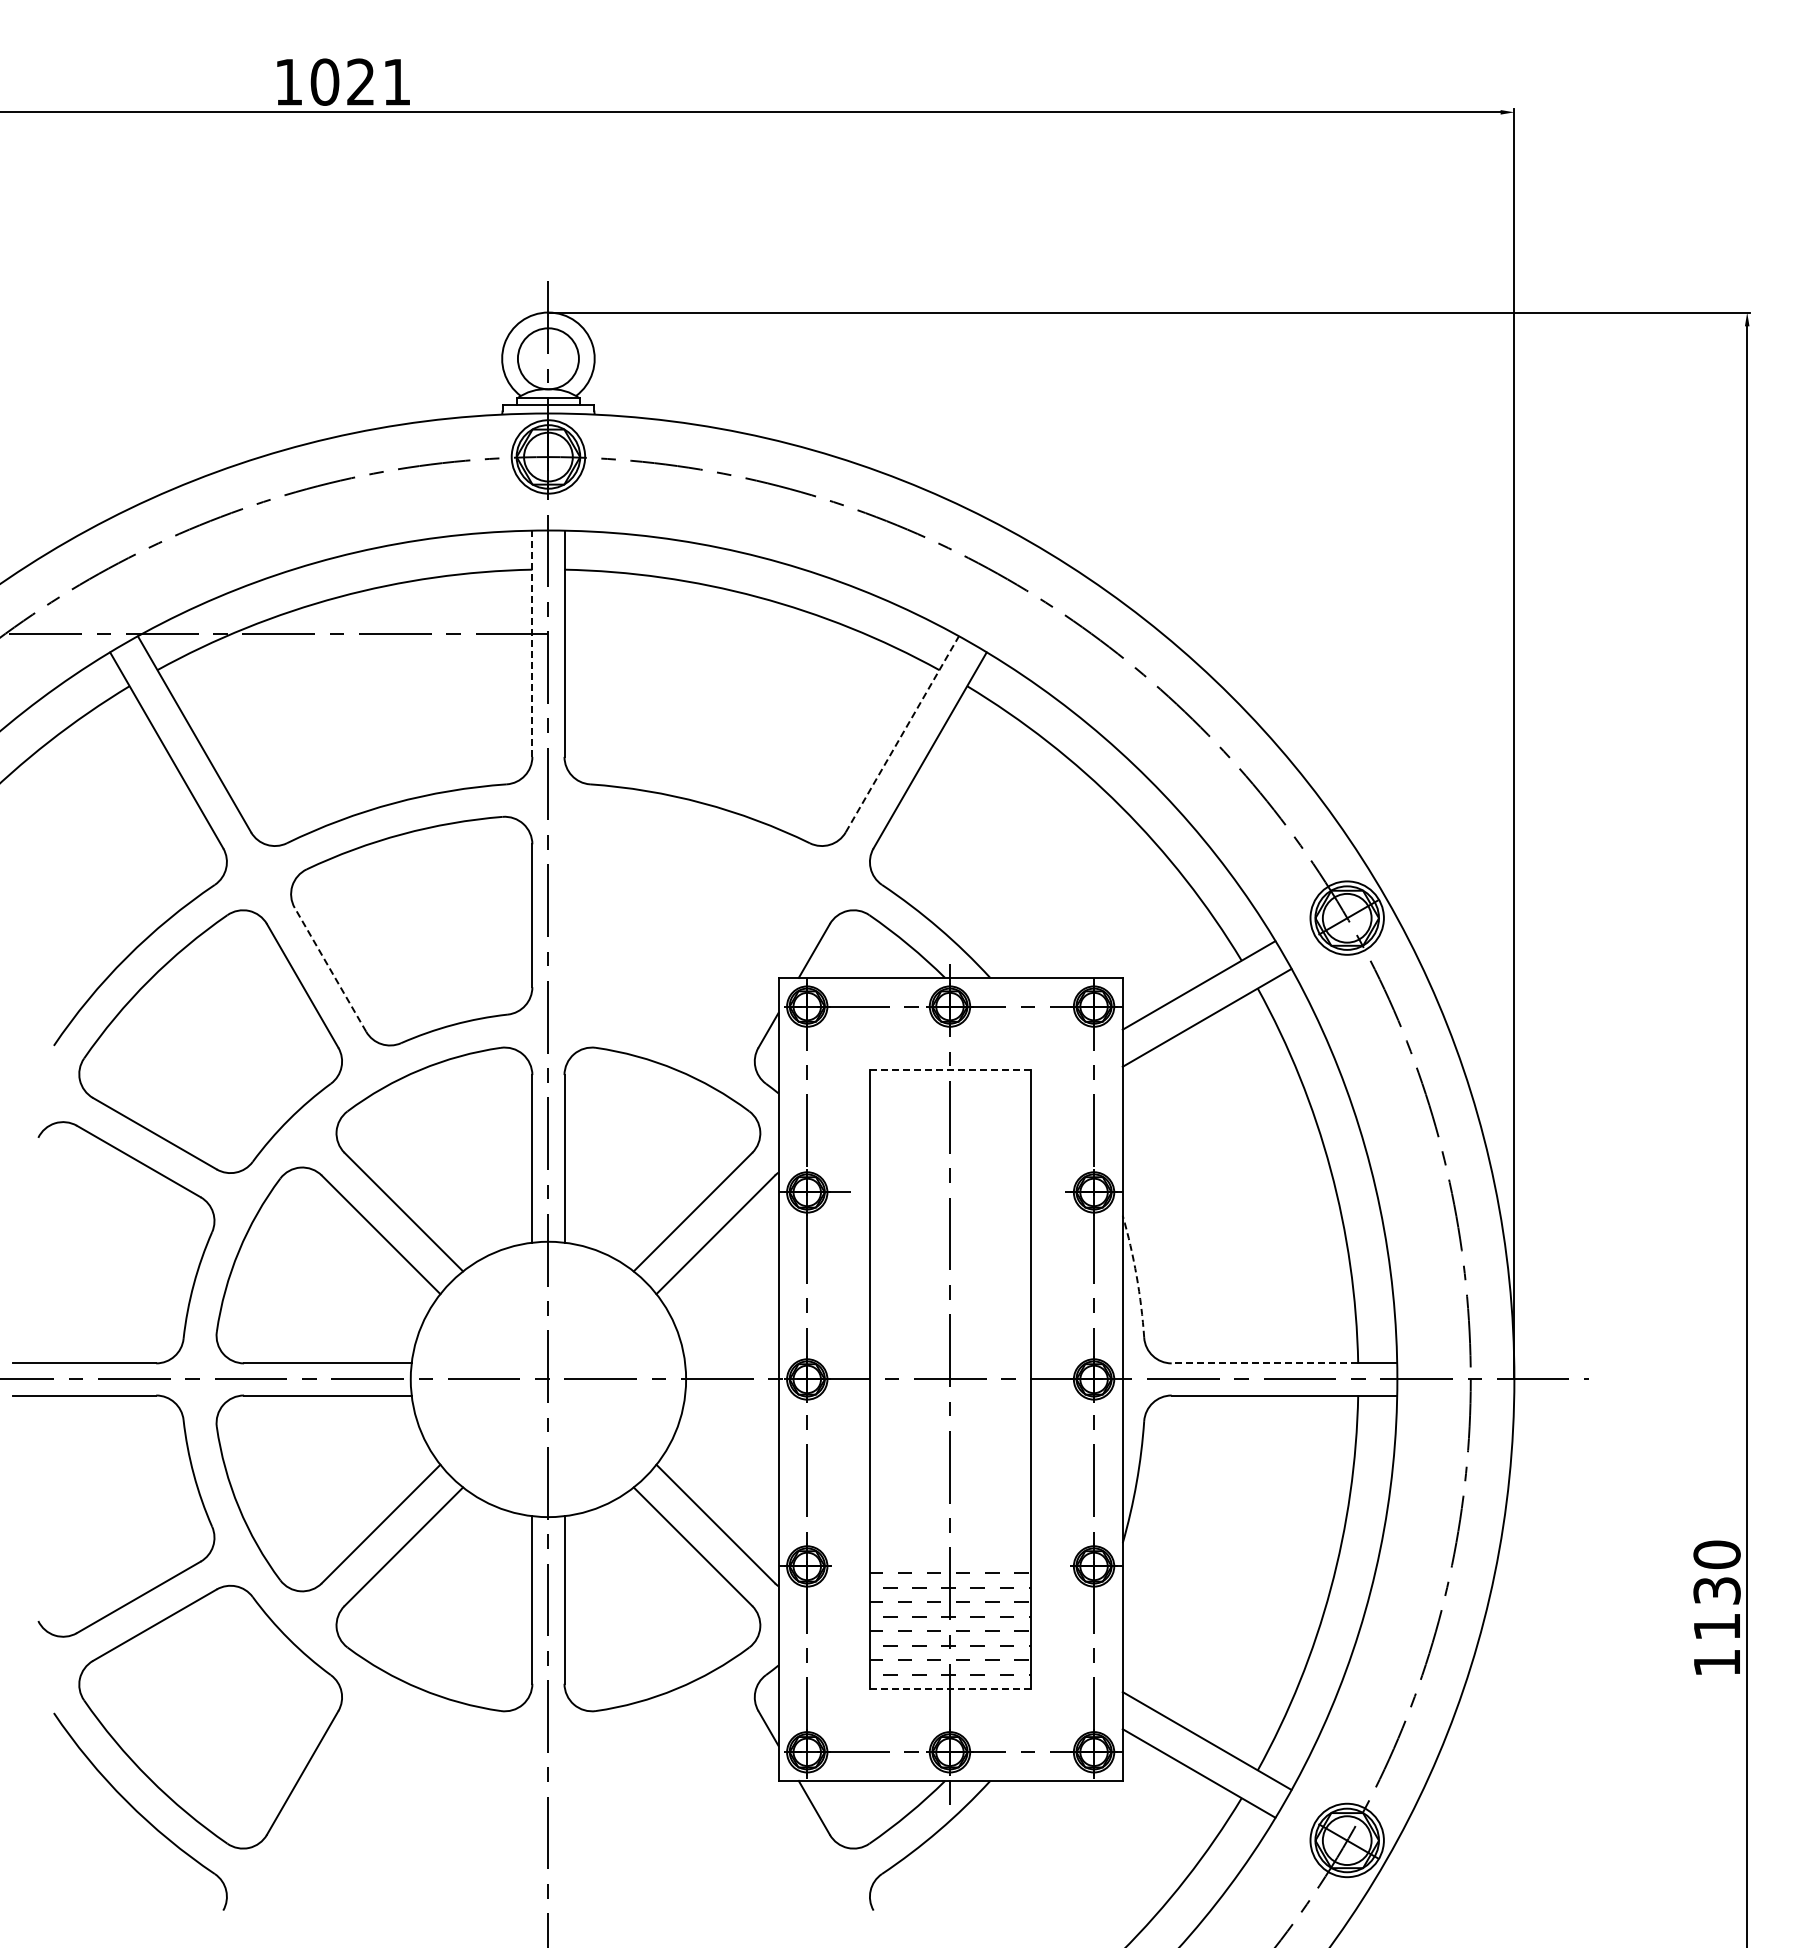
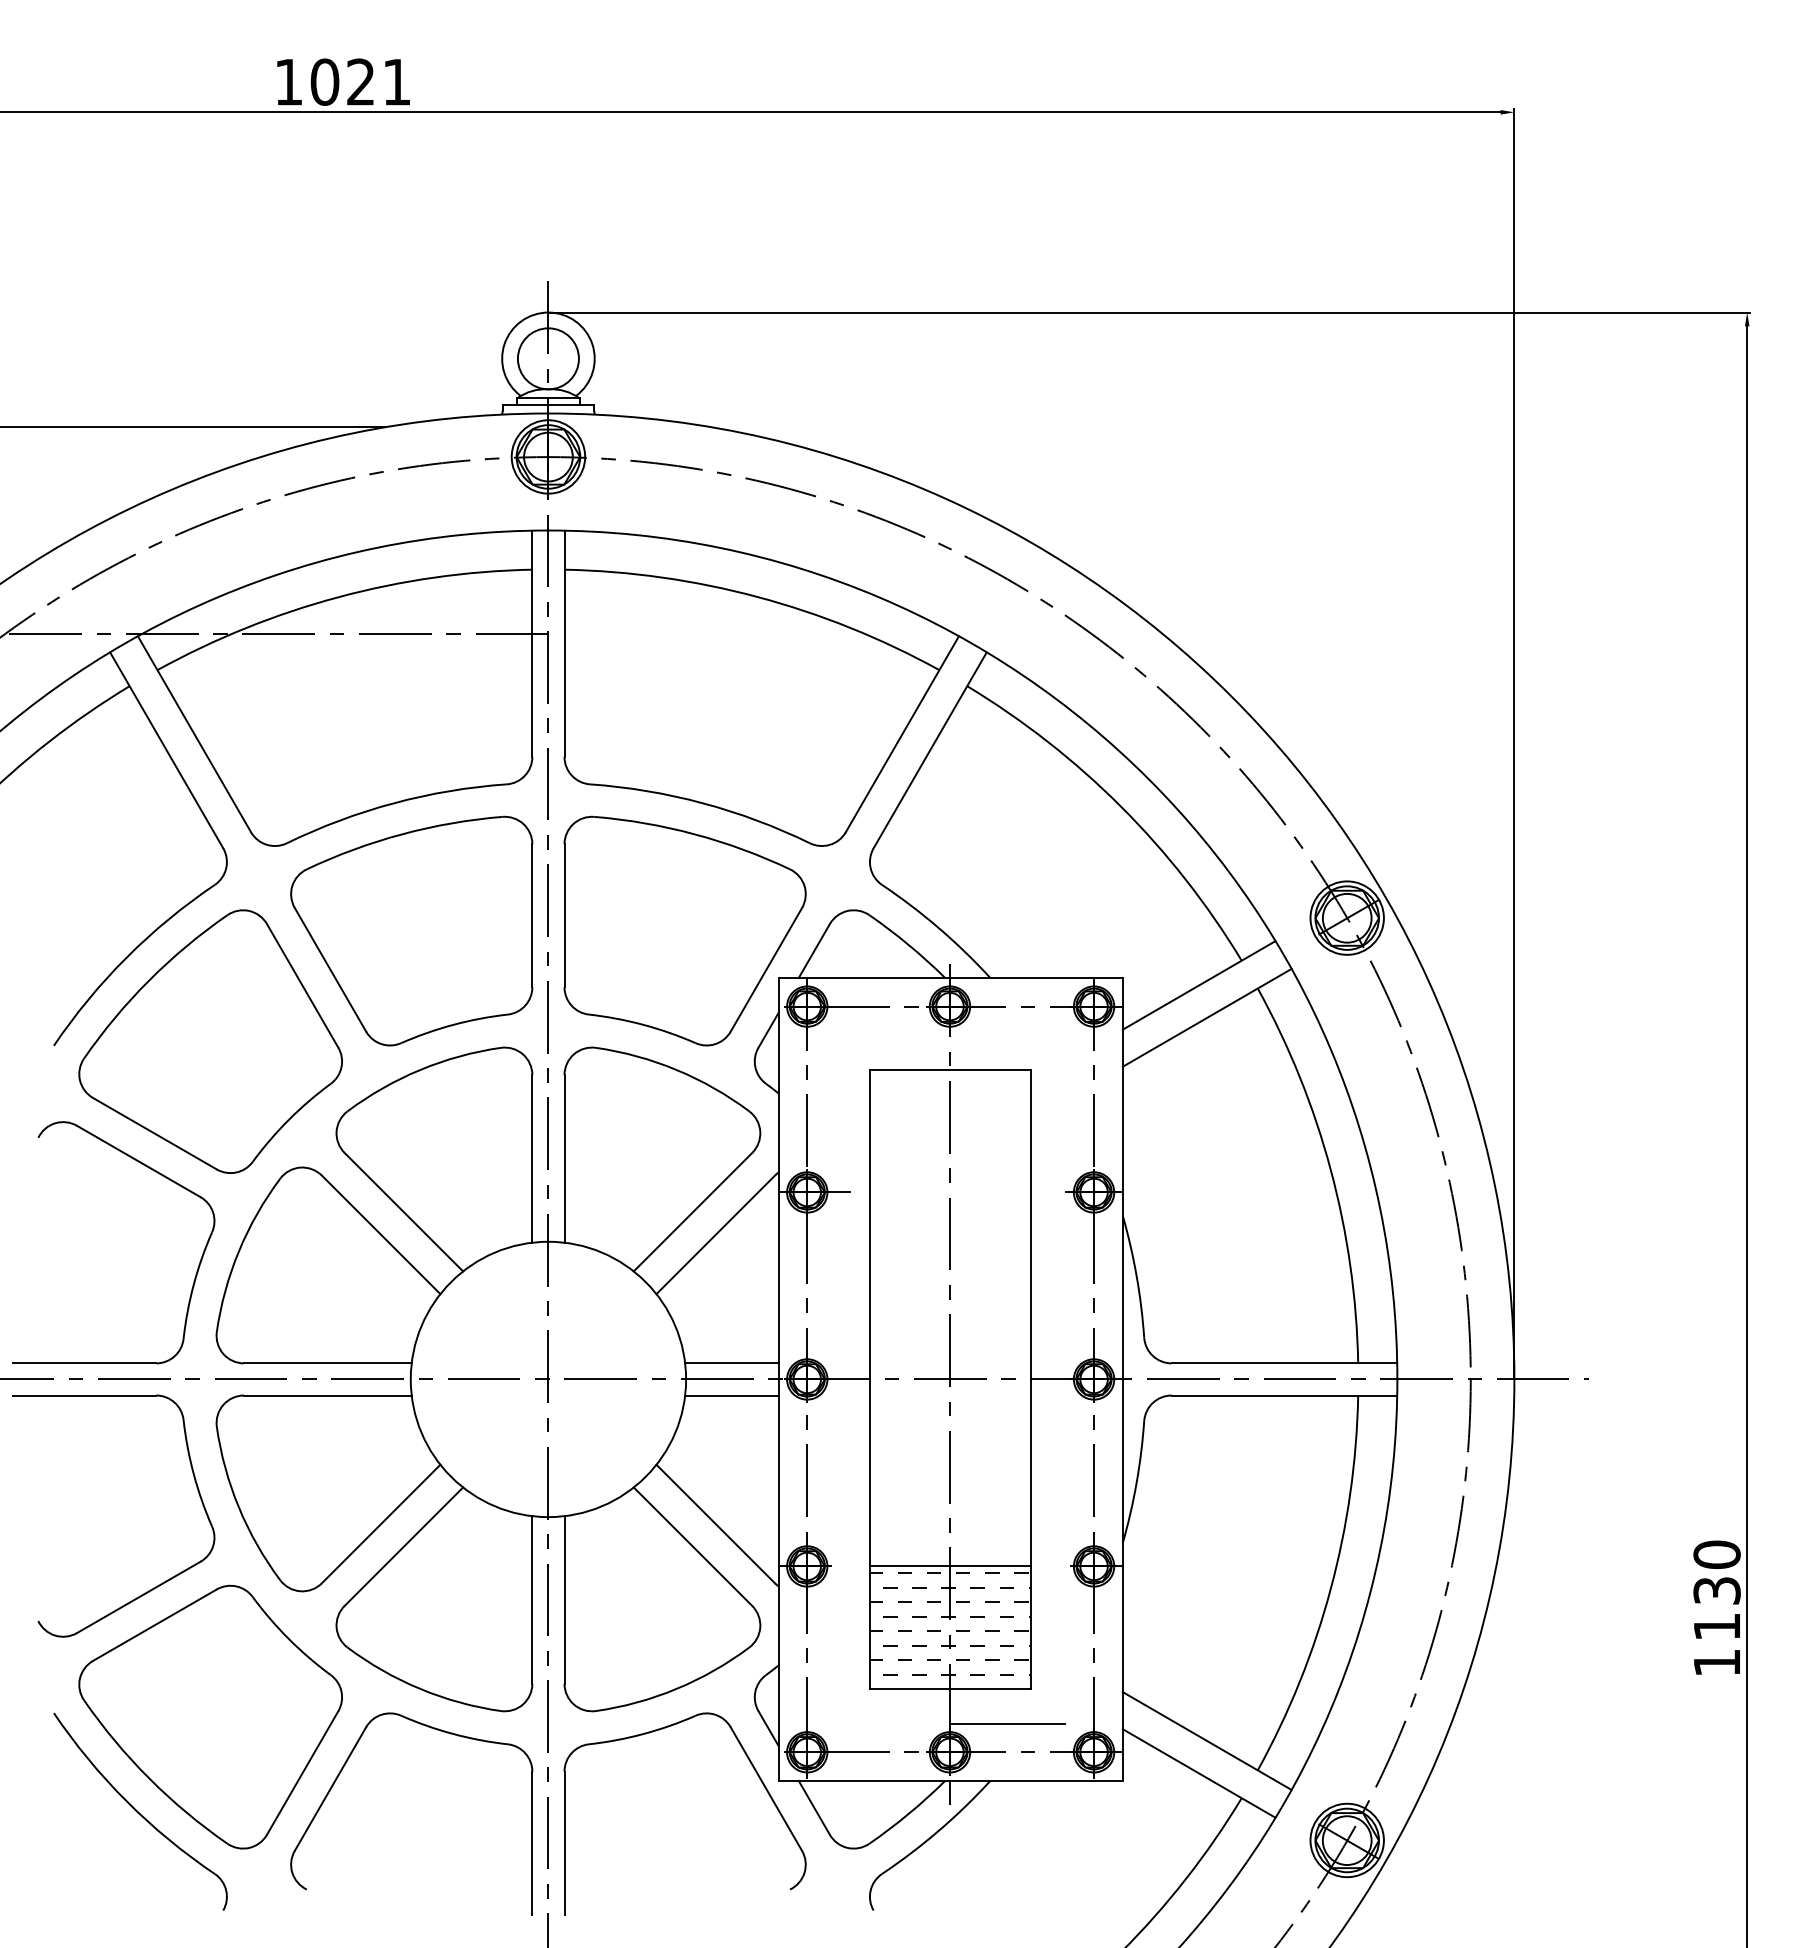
line at (193, 427): none -> present
line at (532, 643): dashed -> solid
line at (902, 733): dashed -> solid
part at (684, 930): none -> present
line at (330, 969): dashed -> solid
line at (950, 1069): dashed -> solid
arc at (1136, 1276): dashed -> solid
line at (731, 1363): none -> present
line at (1264, 1363): dashed -> solid
line at (731, 1395): none -> present
line at (950, 1566): none -> present
line at (950, 1689): dashed -> solid
line at (1007, 1723): none -> present
part at (341, 1772): none -> present
part at (756, 1774): none -> present
